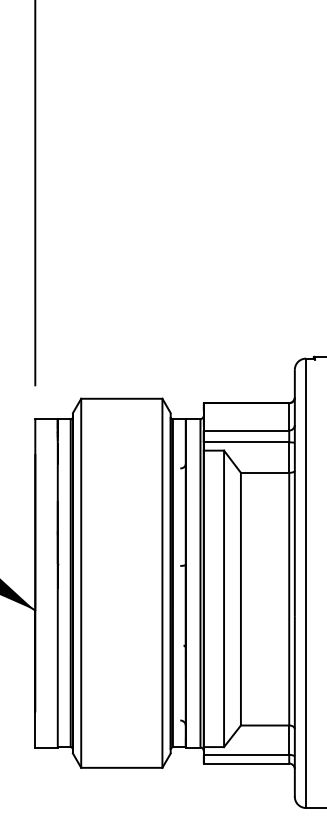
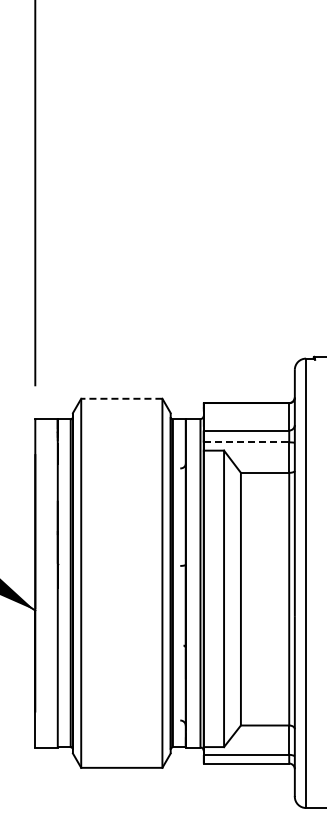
line at (121, 398): solid -> dashed
line at (246, 442): solid -> dashed
